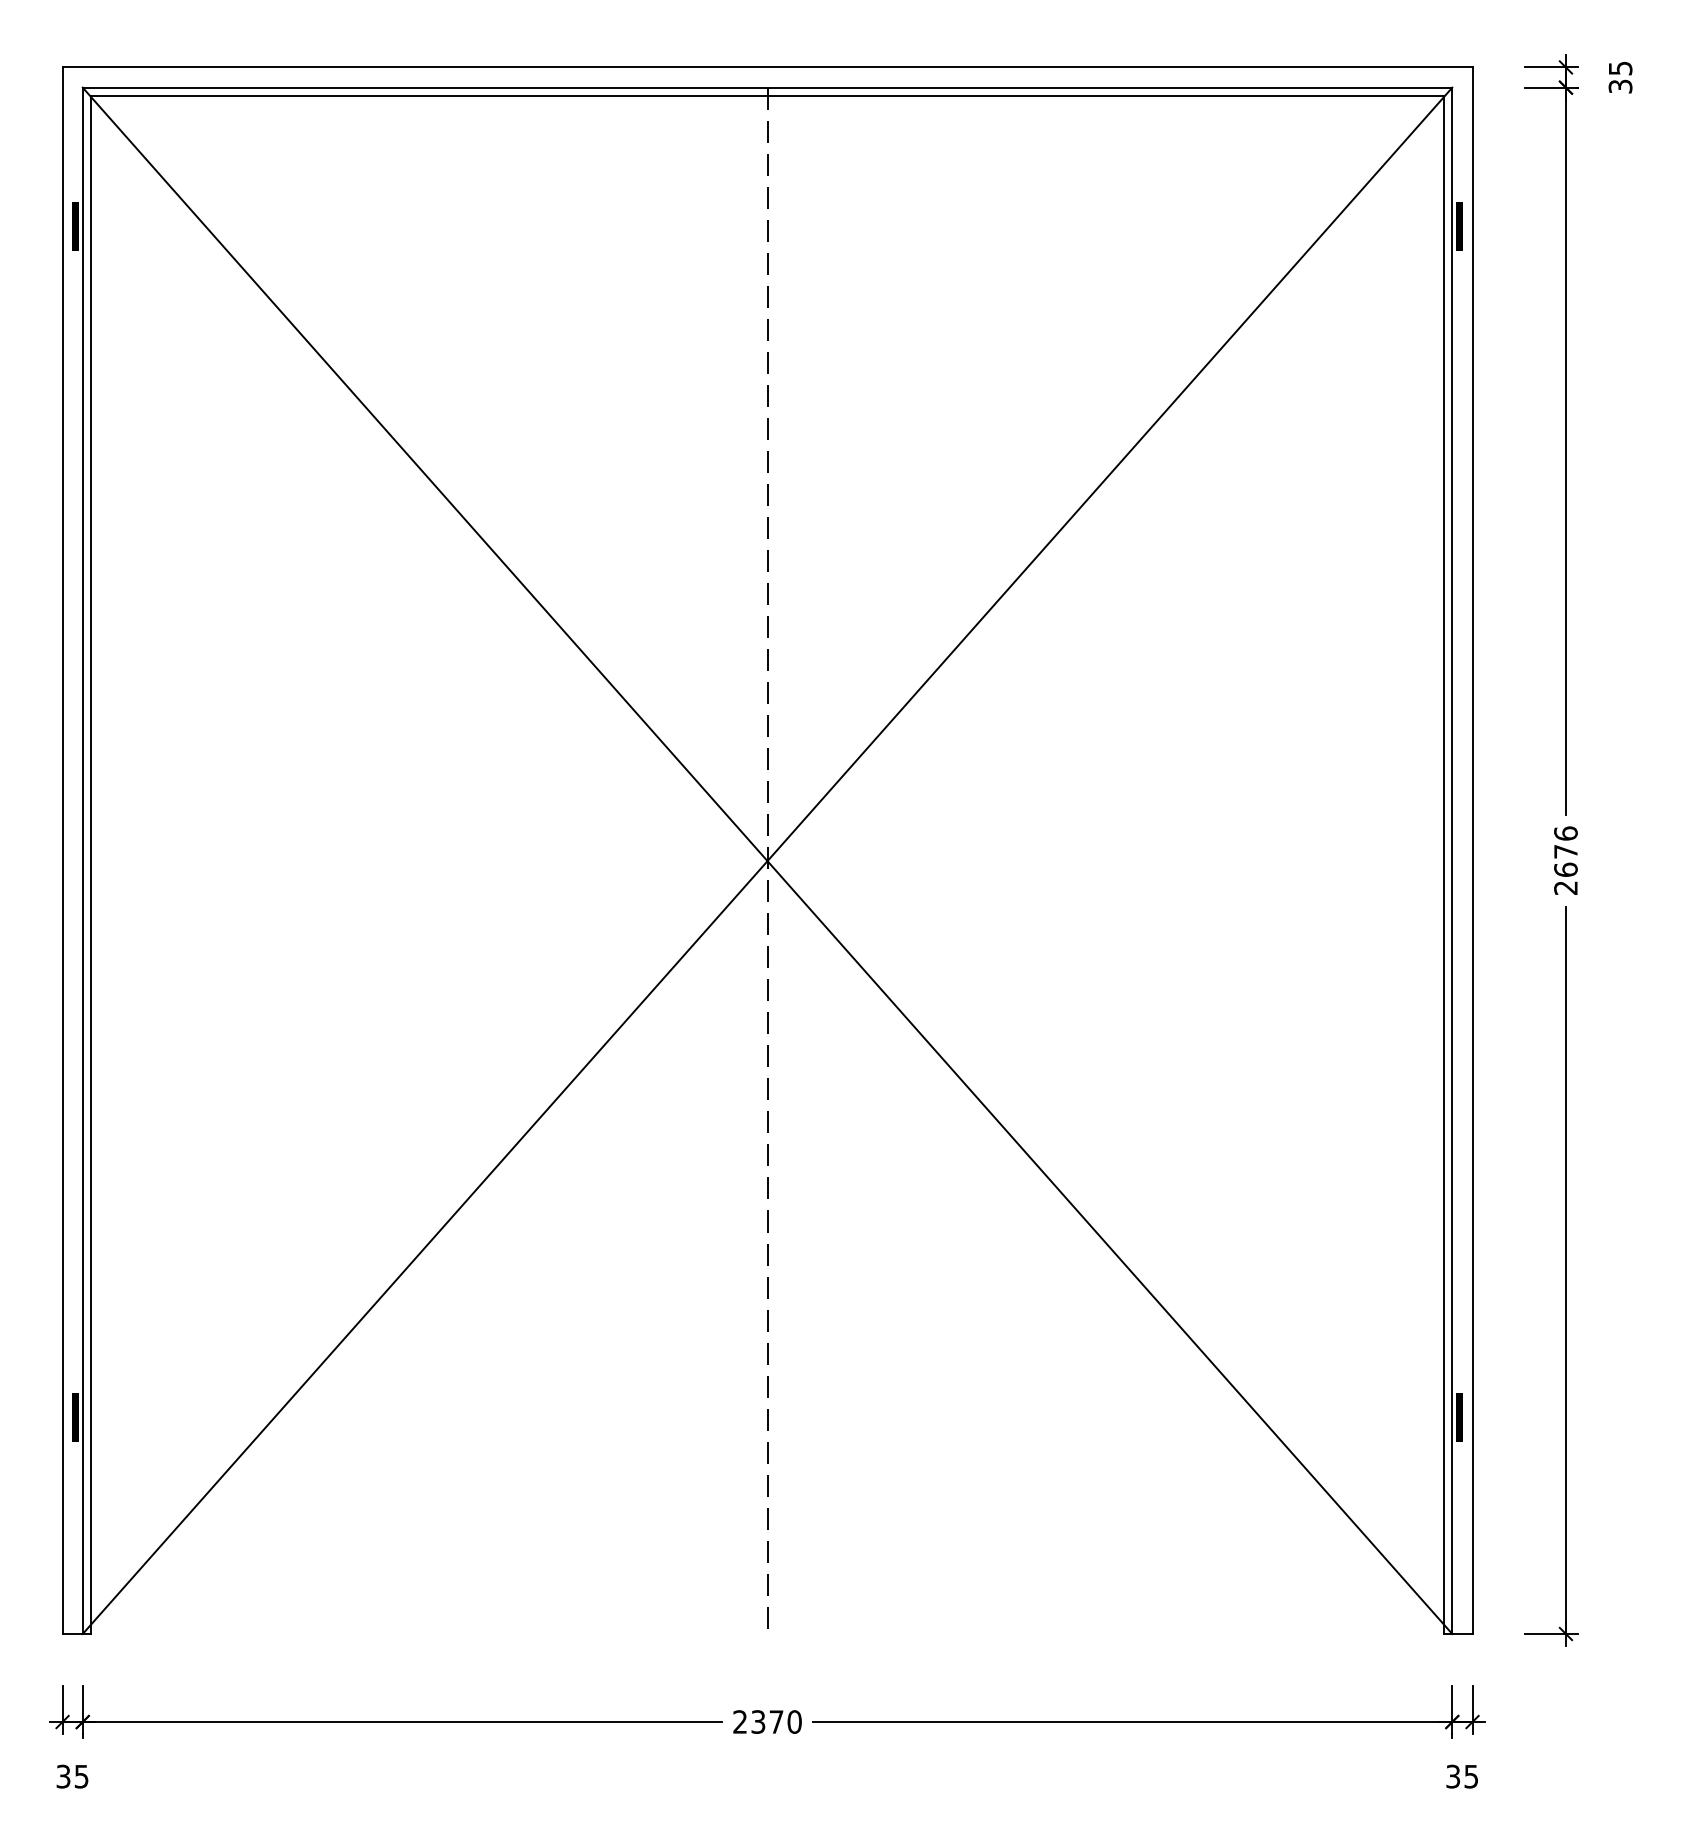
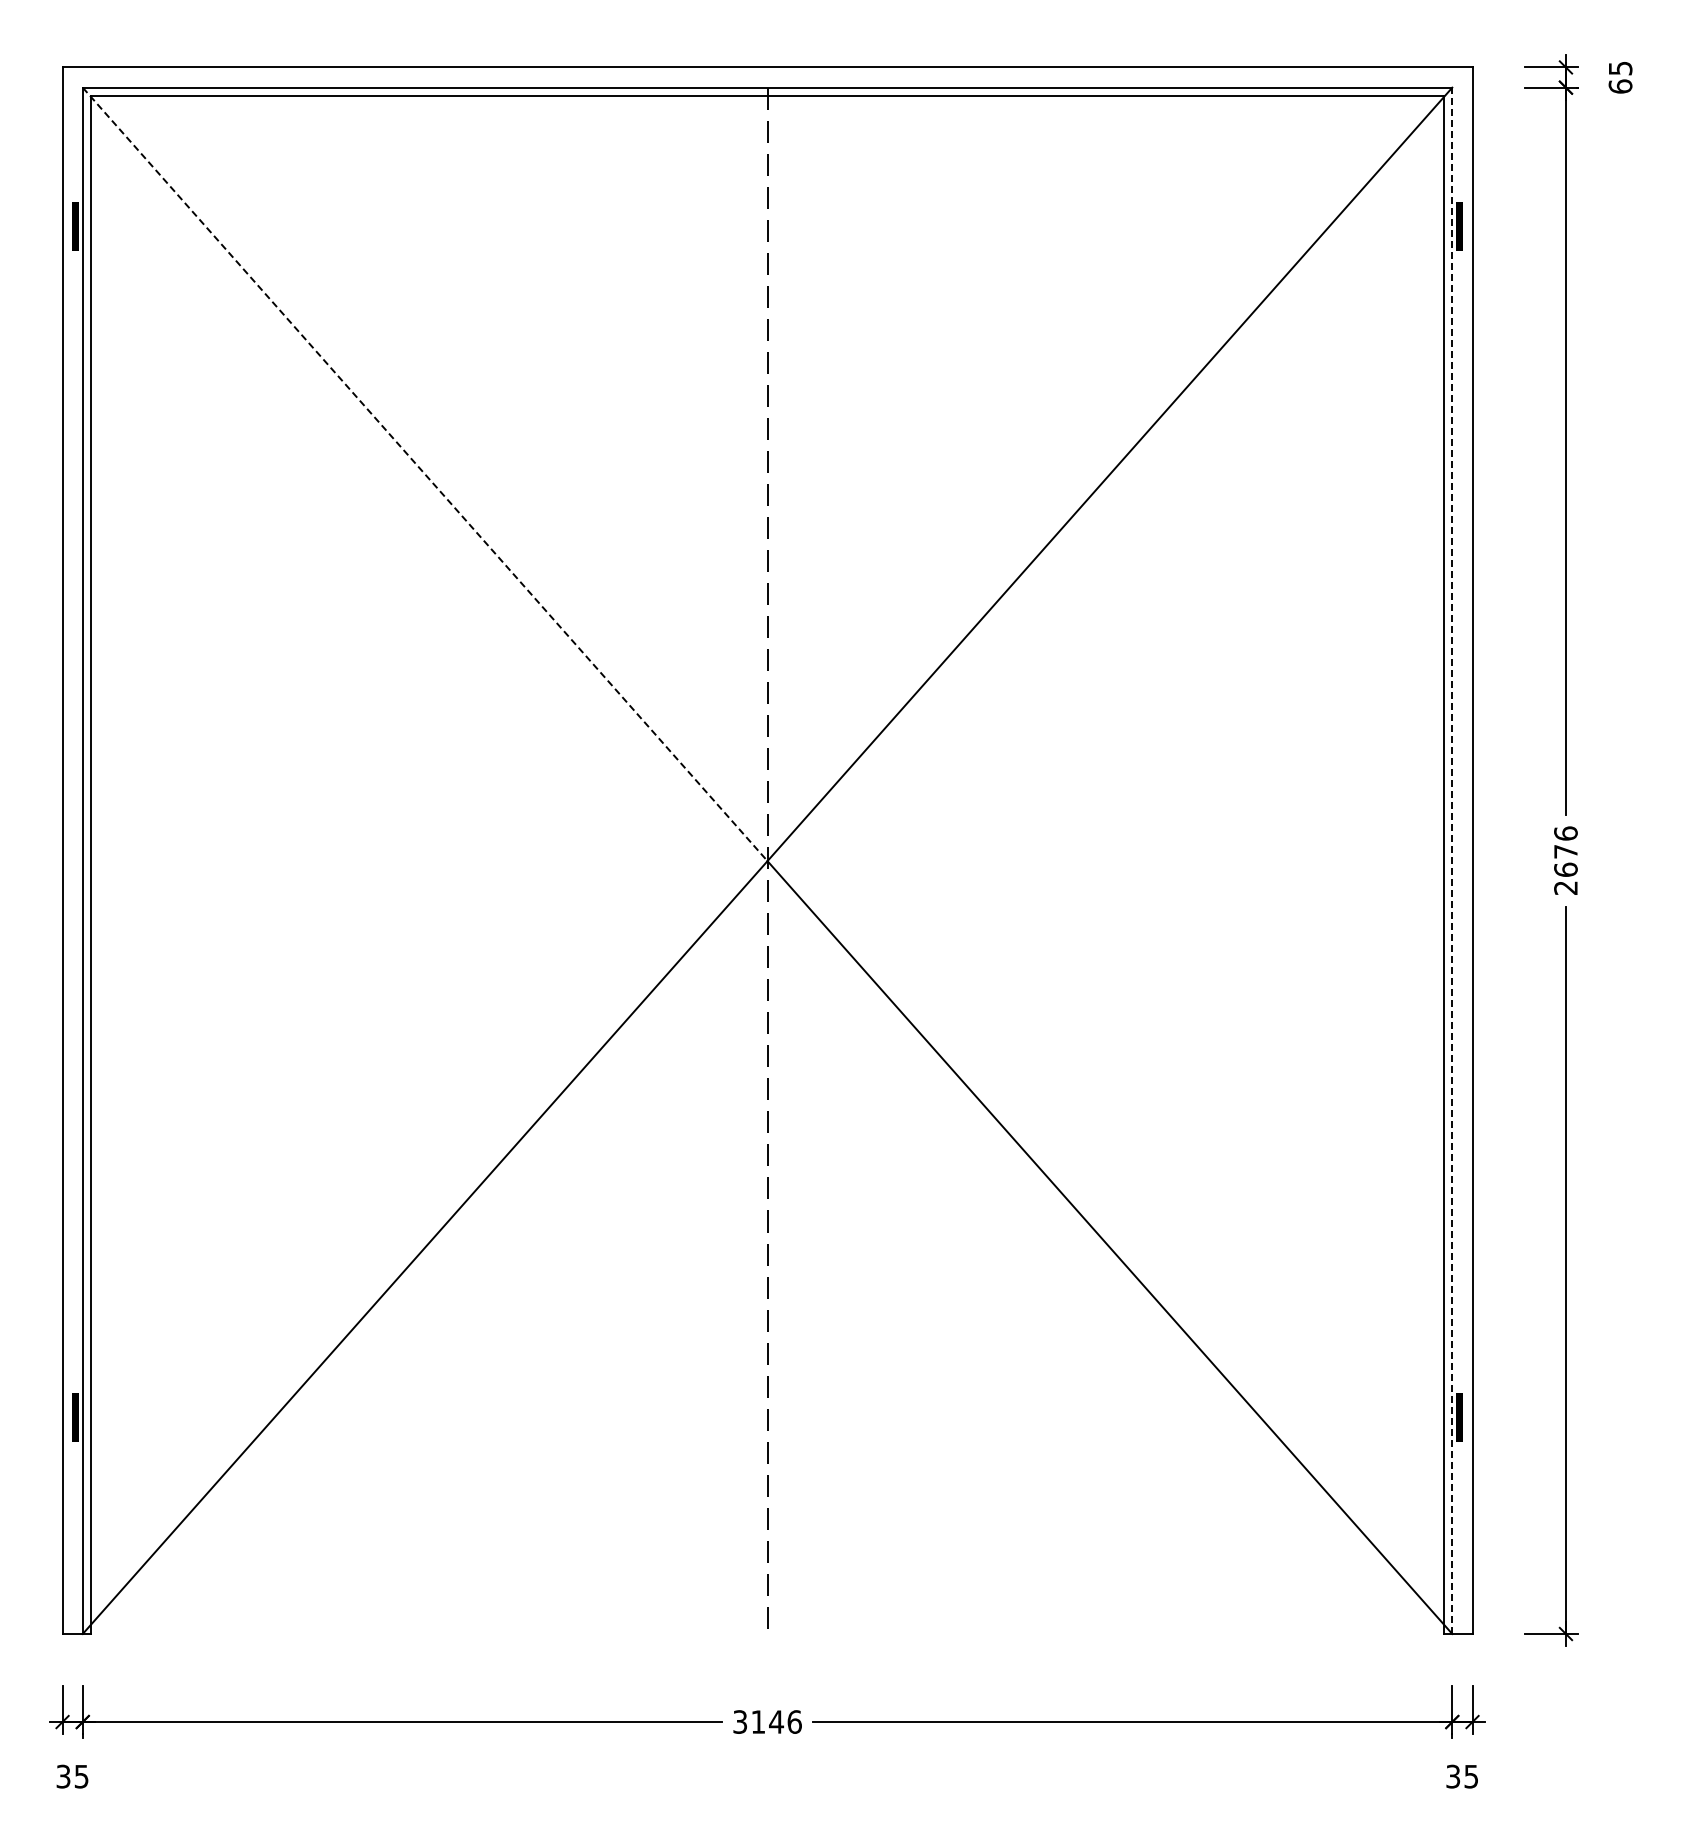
text at (1620, 86): 35 -> 65
line at (425, 474): solid -> dashed
line at (1452, 860): solid -> dashed
text at (767, 1721): 2370 -> 3146
